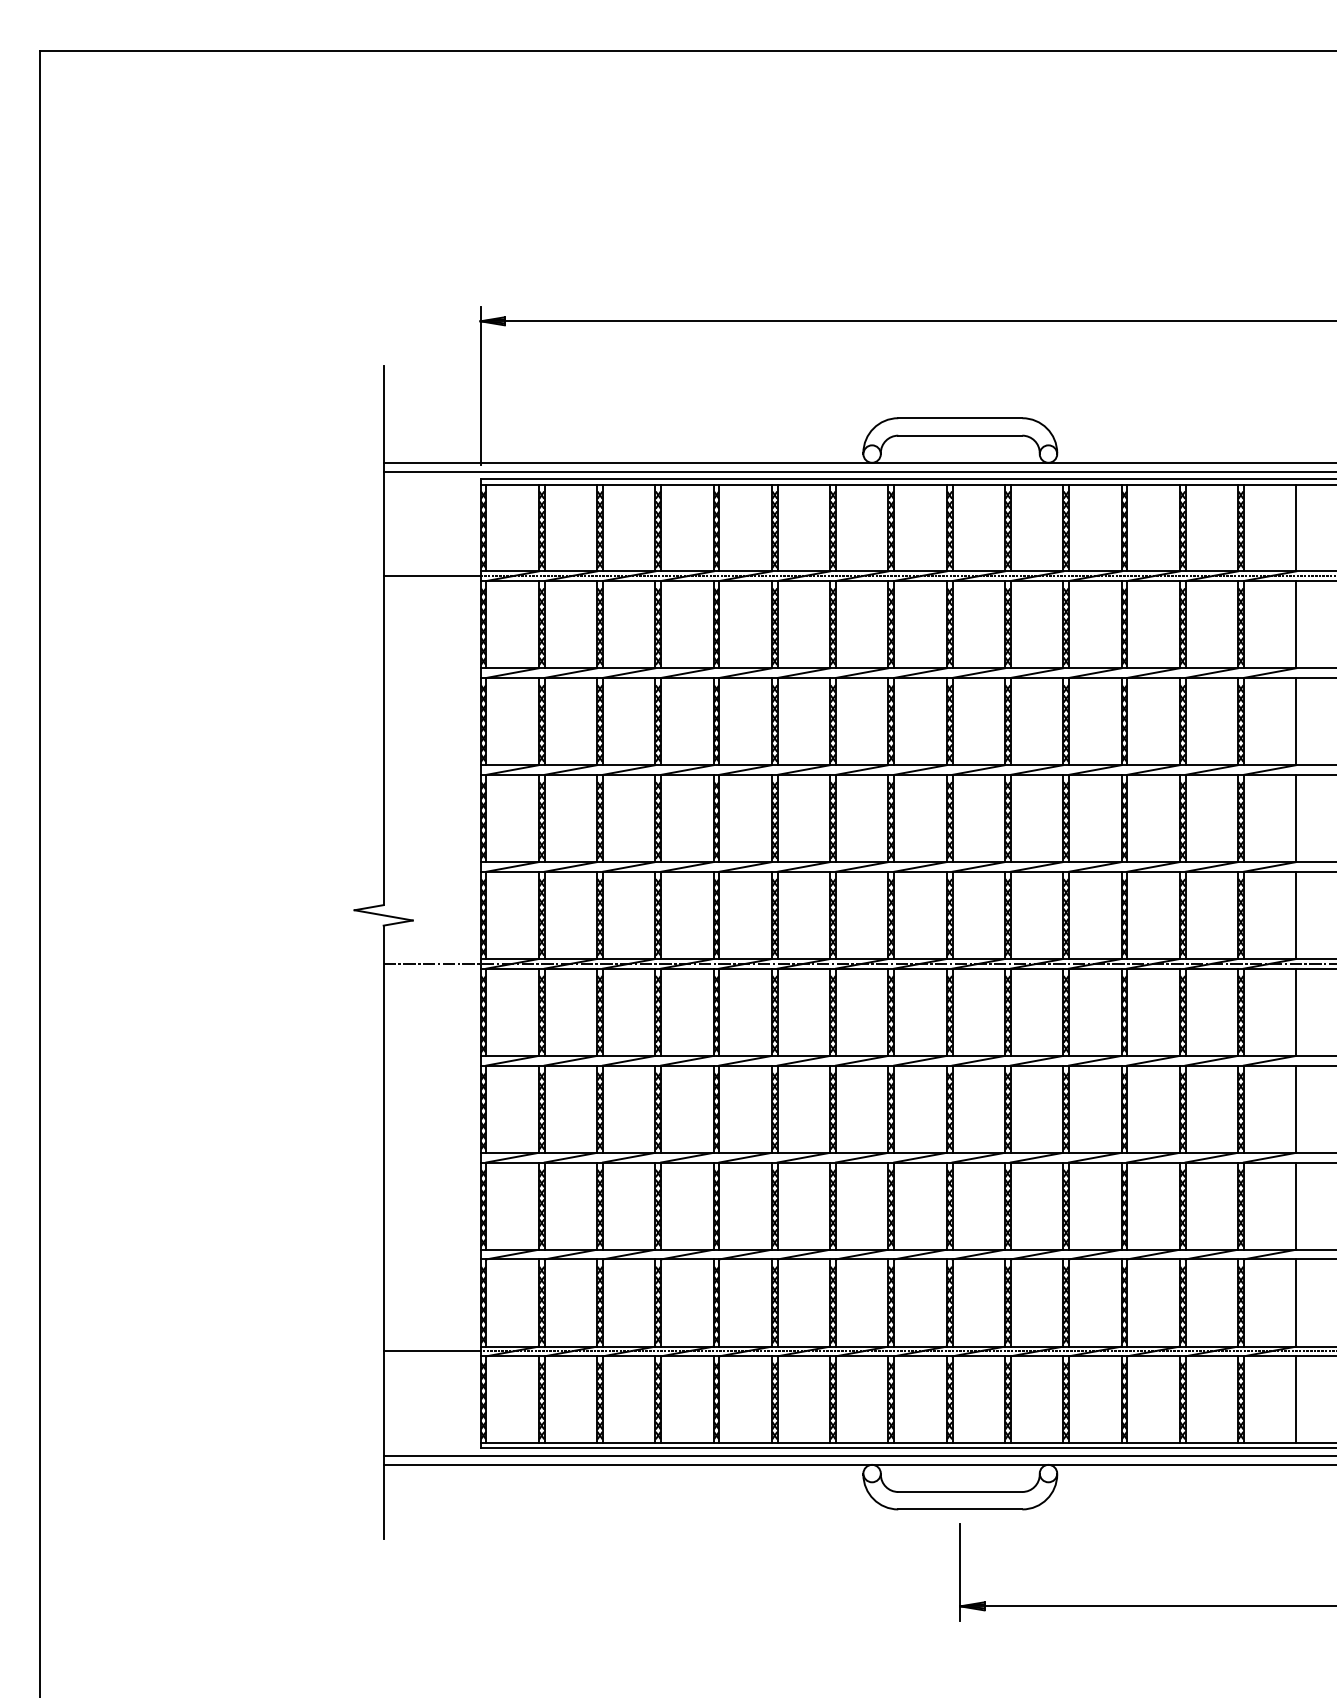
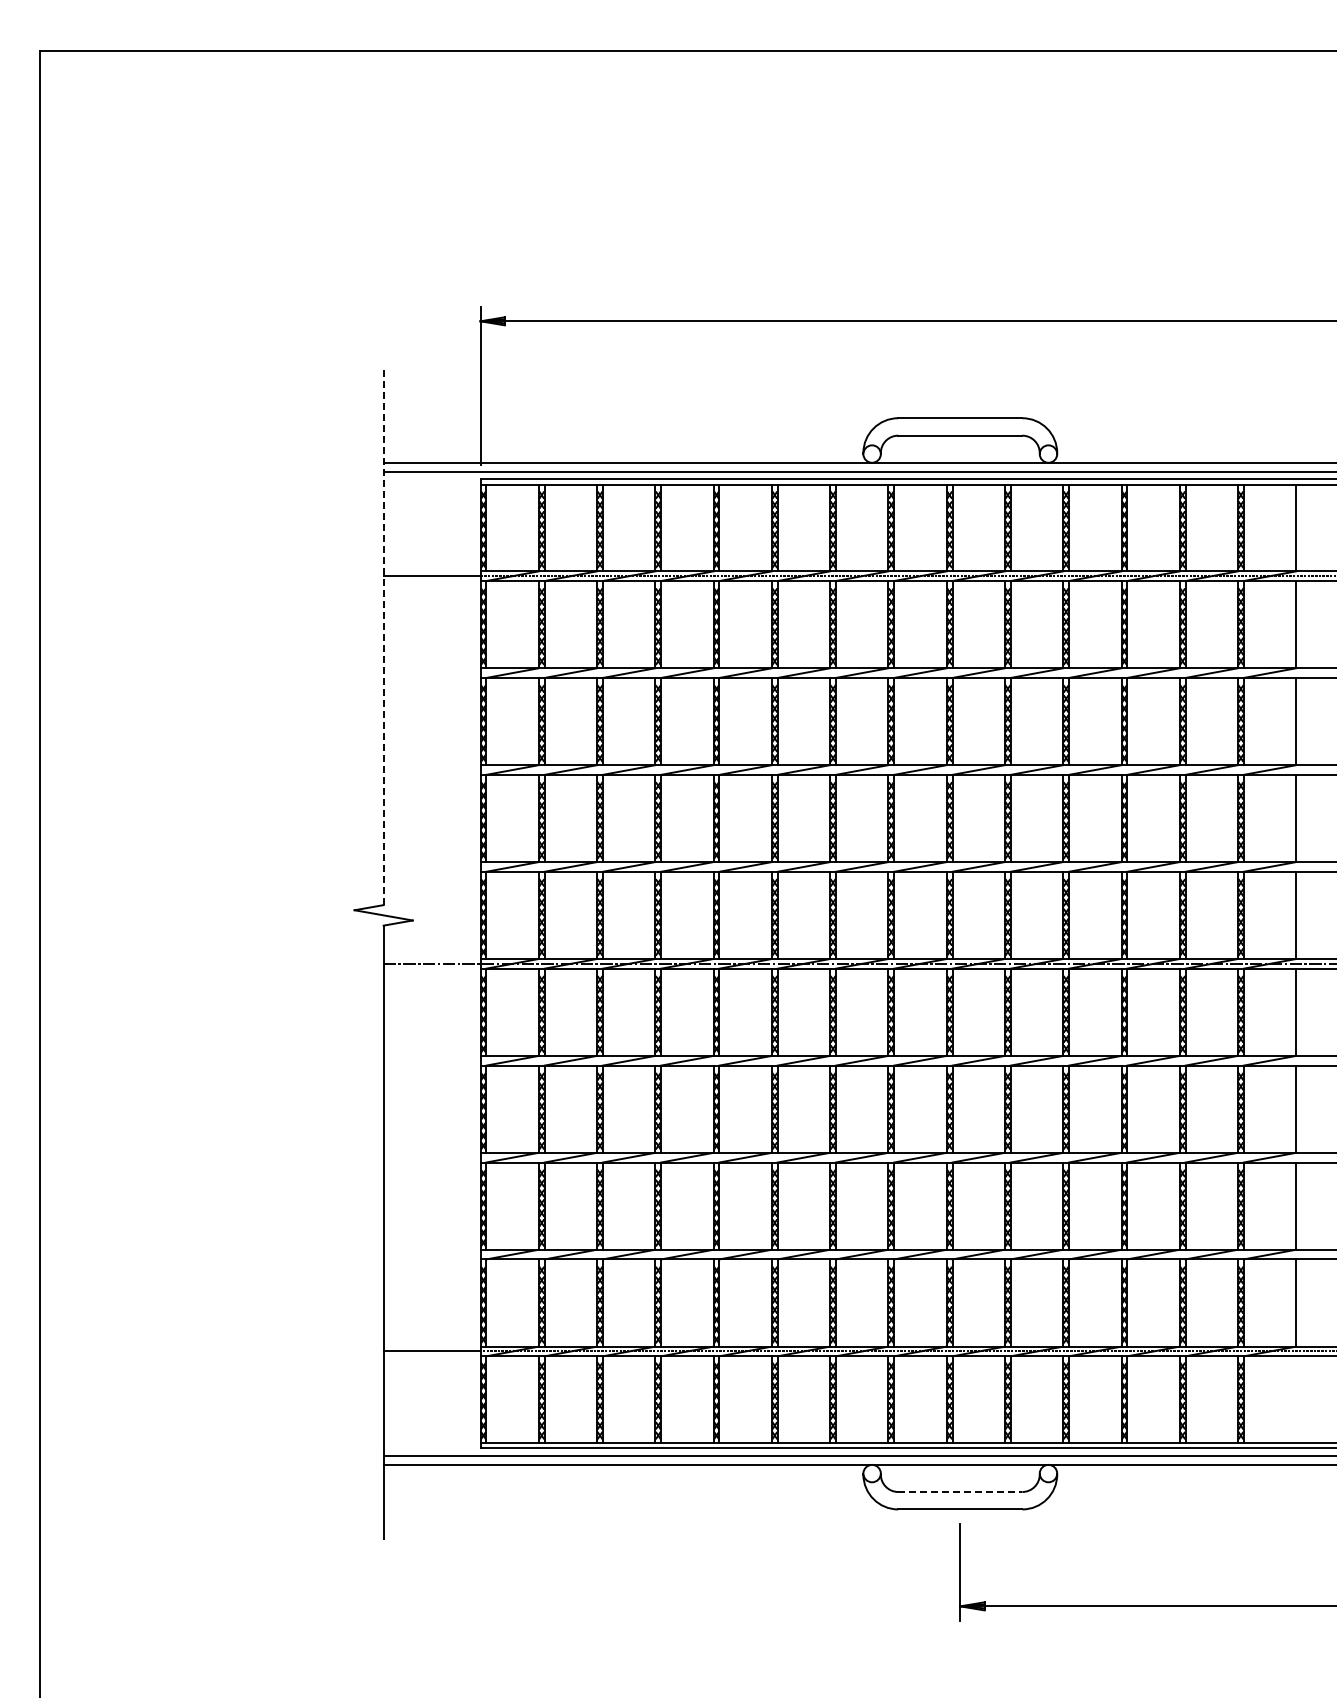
line at (383, 635): solid -> dashed
line at (1296, 1399): present -> none
line at (960, 1492): solid -> dashed
